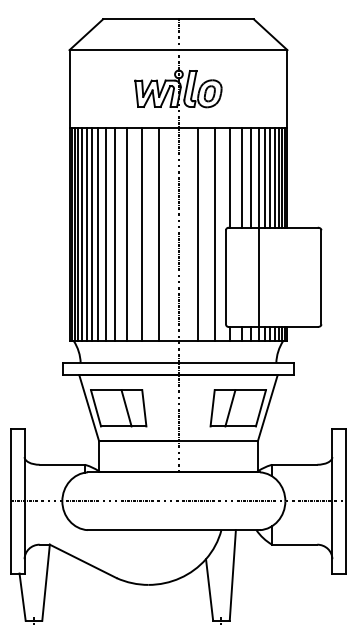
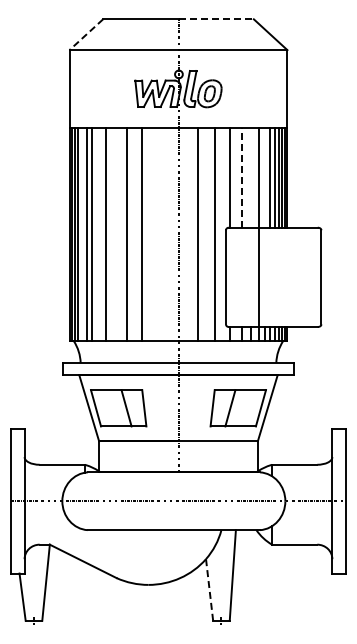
line at (216, 19): solid -> dashed
line at (86, 34): solid -> dashed
line at (242, 177): solid -> dashed
line at (251, 177): present -> none
line at (265, 177): present -> none
line at (81, 233): present -> none
line at (97, 233): present -> none
line at (114, 233): present -> none
line at (158, 233): present -> none
line at (209, 589): solid -> dashed
